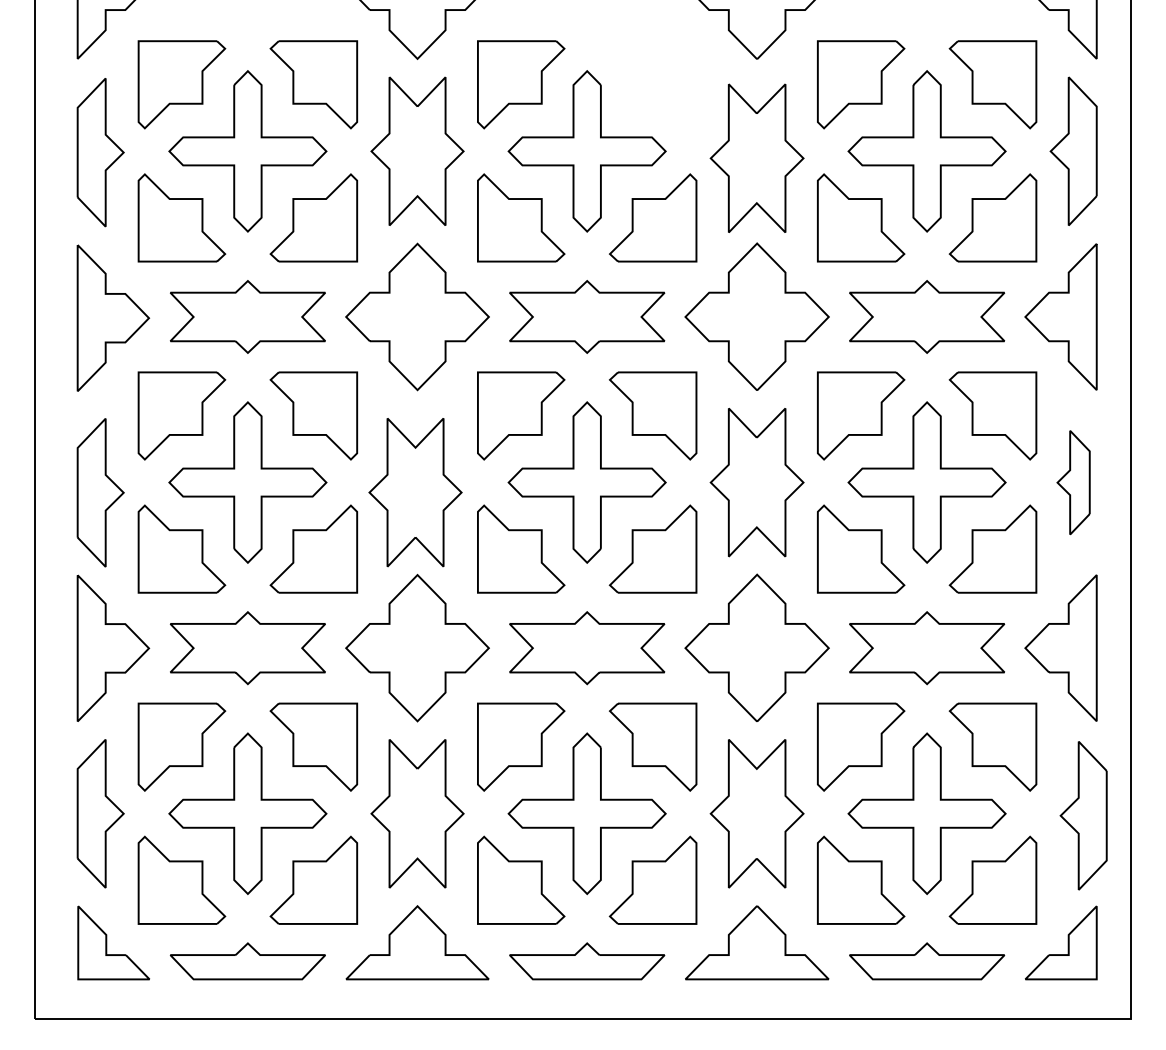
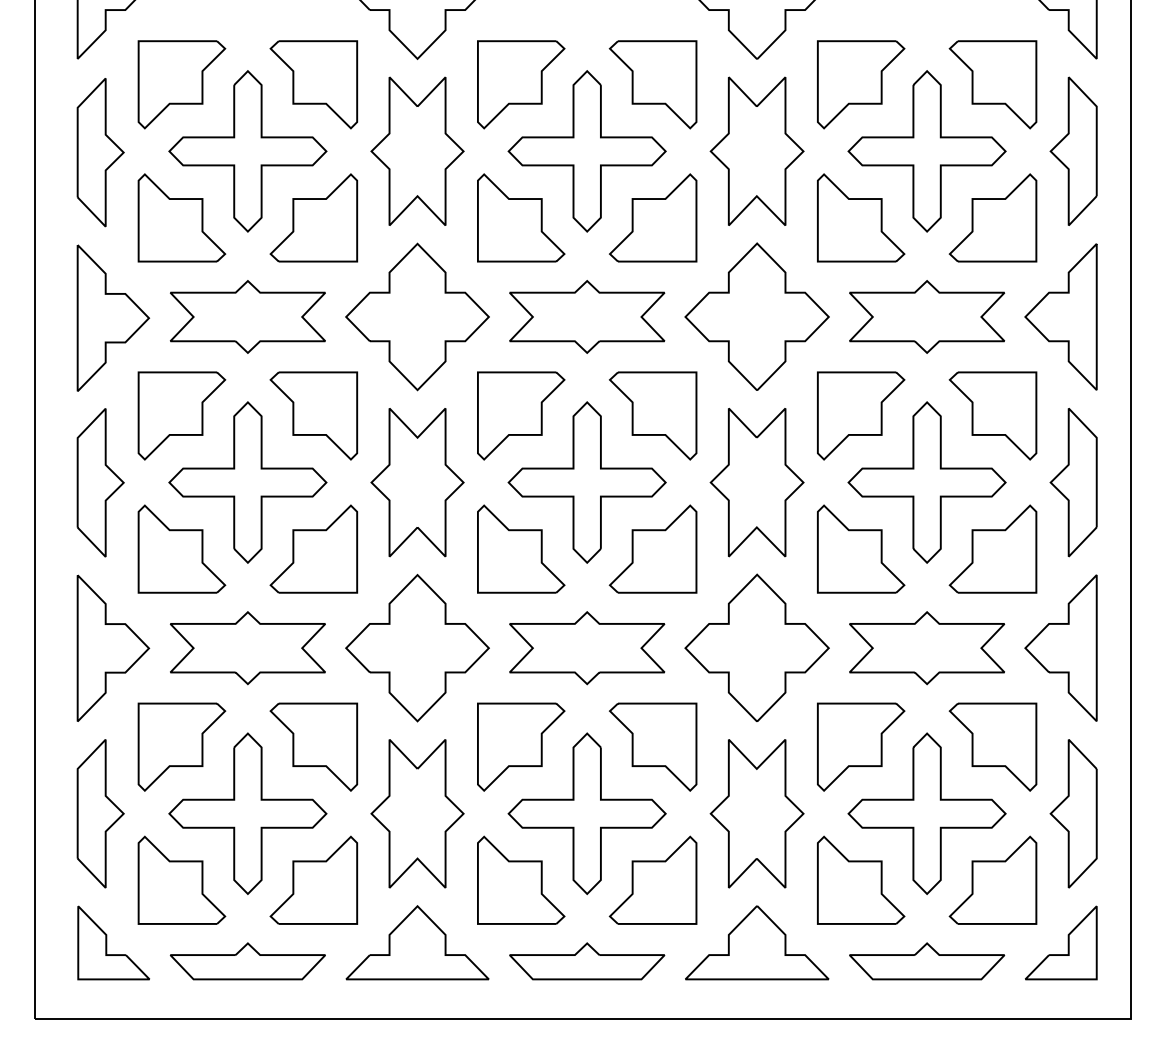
part at (652, 84): none -> present
part at (756, 157) position: (756, 157) -> (756, 150)
part at (1073, 482) size: 35x106 px -> 49x150 px
part at (100, 492) position: (100, 492) -> (100, 482)
part at (415, 492) position: (415, 492) -> (417, 482)
part at (1083, 815) position: (1083, 815) -> (1073, 813)
